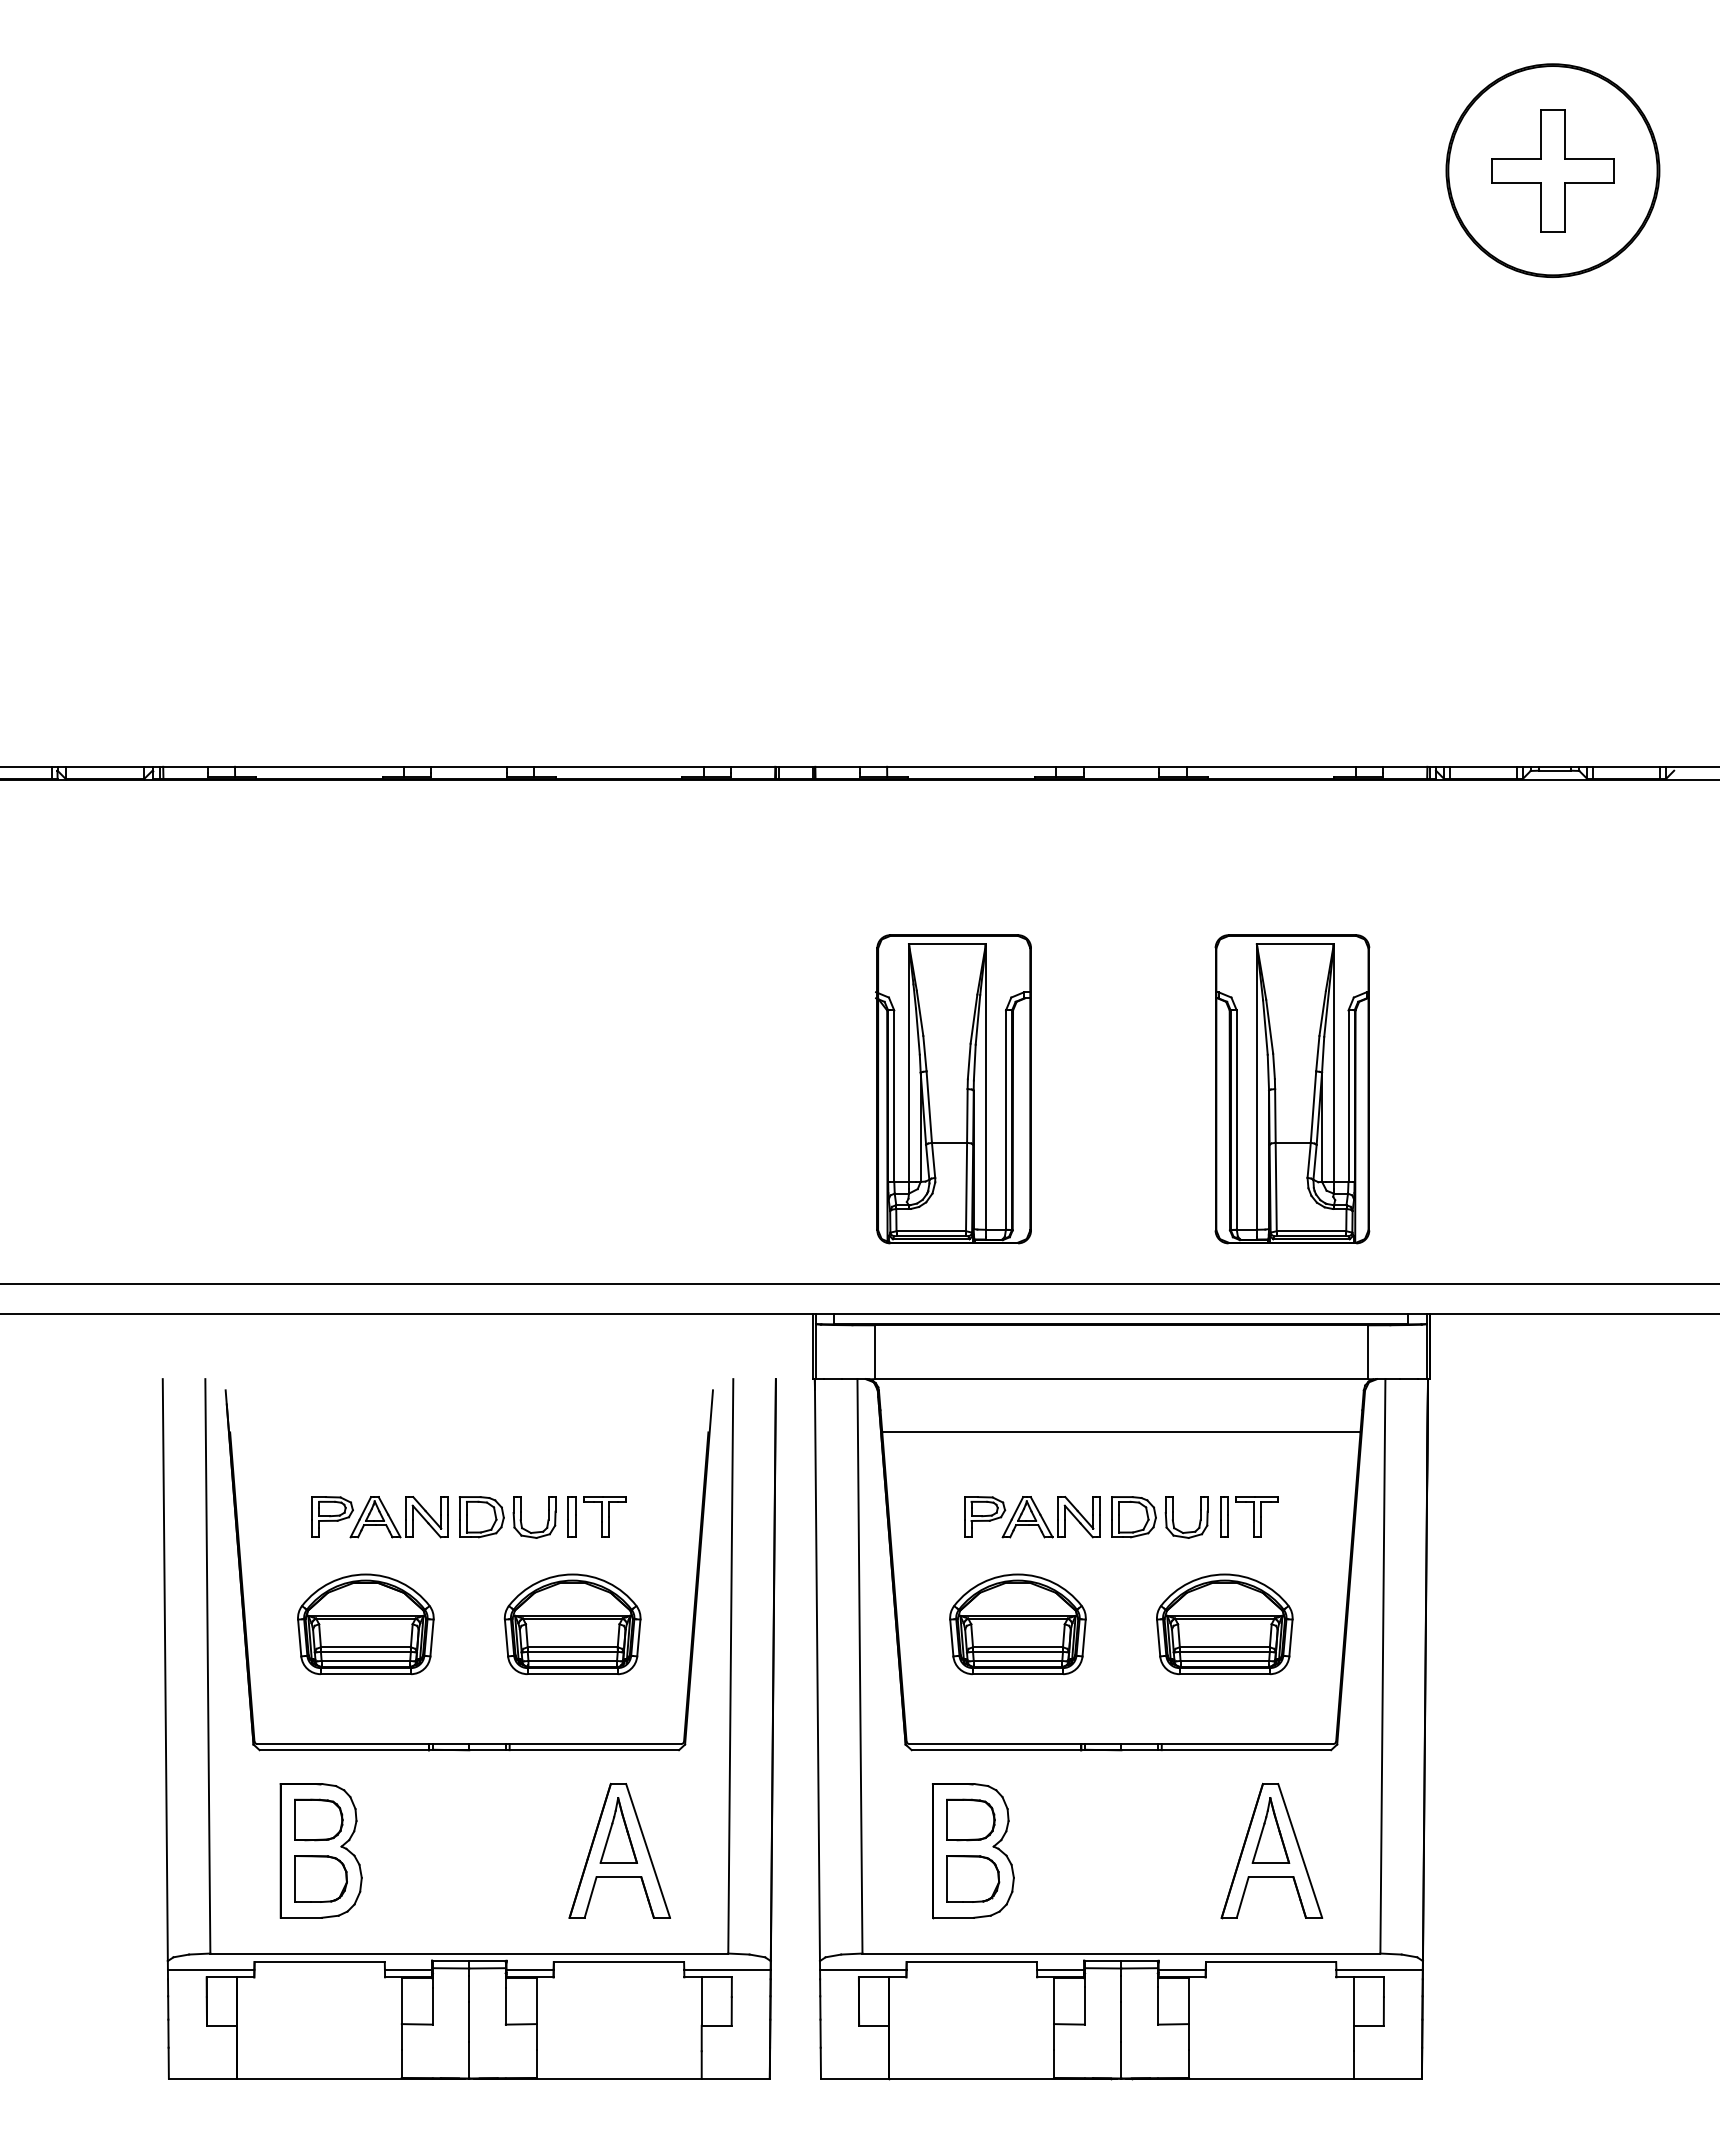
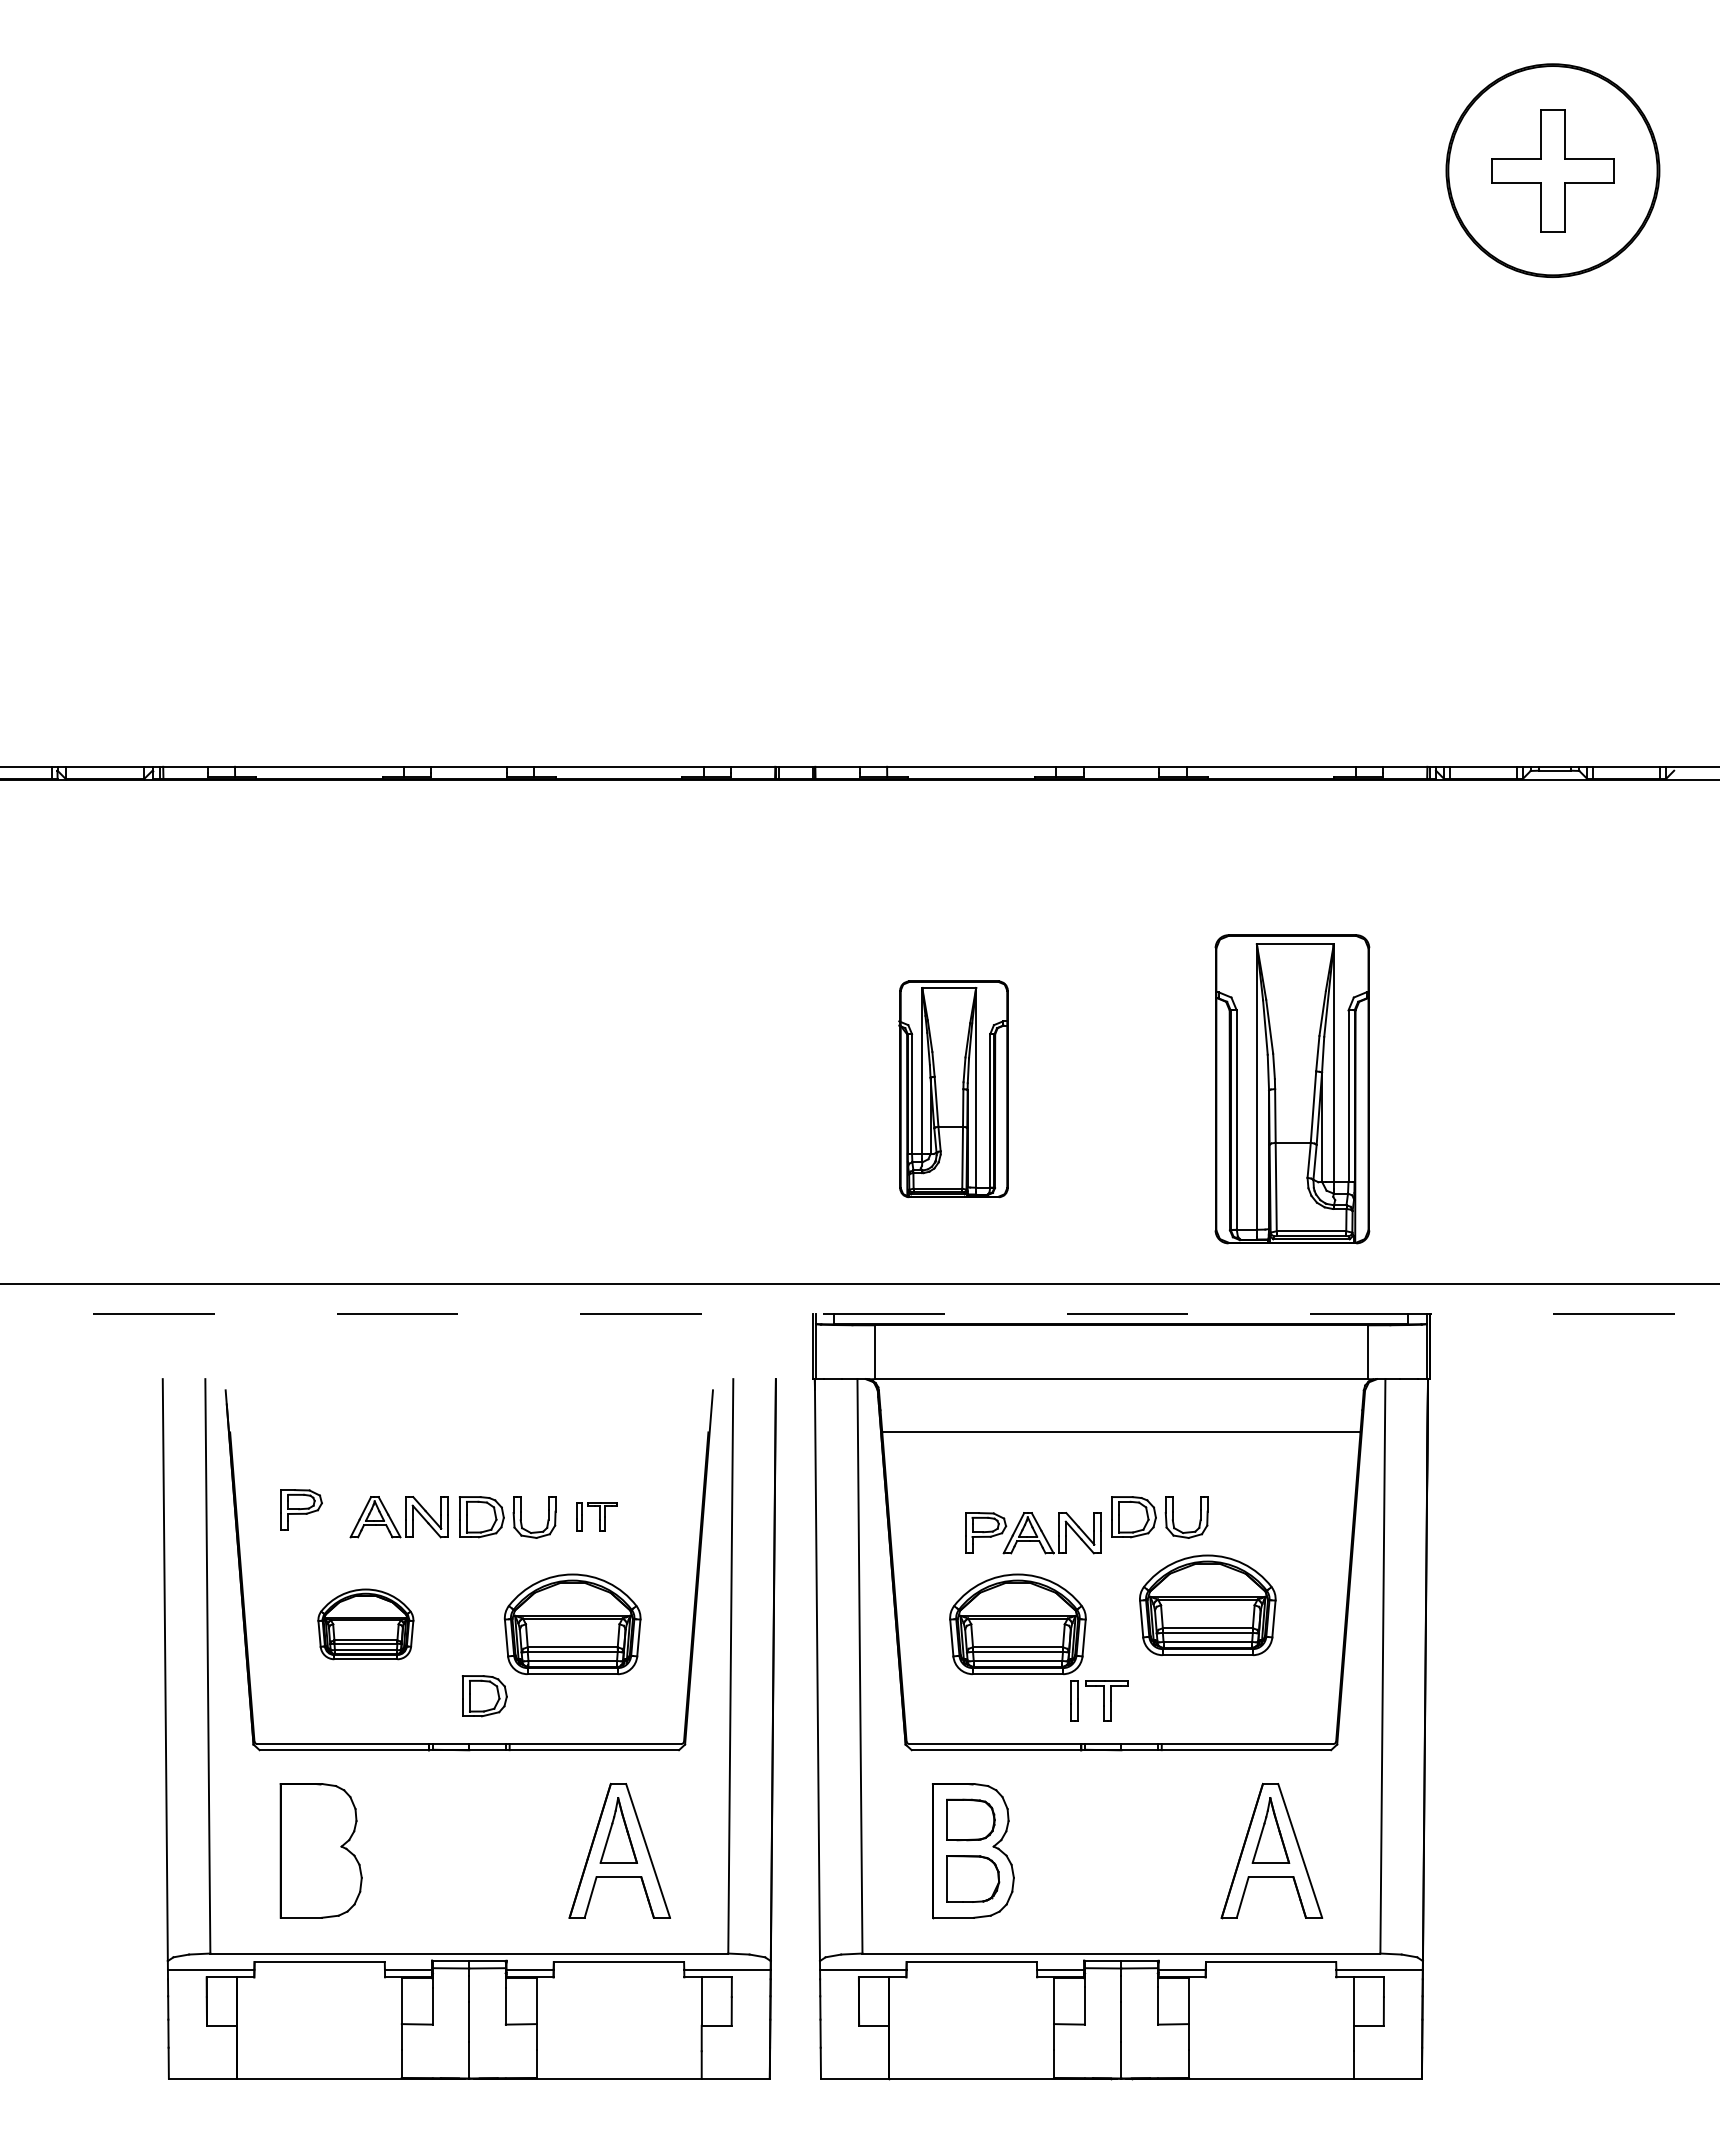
part at (953, 1089) size: 157x311 px -> 111x219 px
line at (859, 1314): solid -> dashed
part at (332, 1516) position: (332, 1516) -> (301, 1509)
part at (596, 1516) size: 60x42 px -> 42x30 px
part at (1249, 1516) position: (1249, 1516) -> (1099, 1700)
part at (1032, 1517) position: (1032, 1517) -> (1033, 1533)
part at (365, 1624) size: 138x103 px -> 98x73 px
part at (1224, 1624) position: (1224, 1624) -> (1207, 1605)
part at (484, 1696): none -> present
part at (318, 1819): present -> none
part at (320, 1878): present -> none
